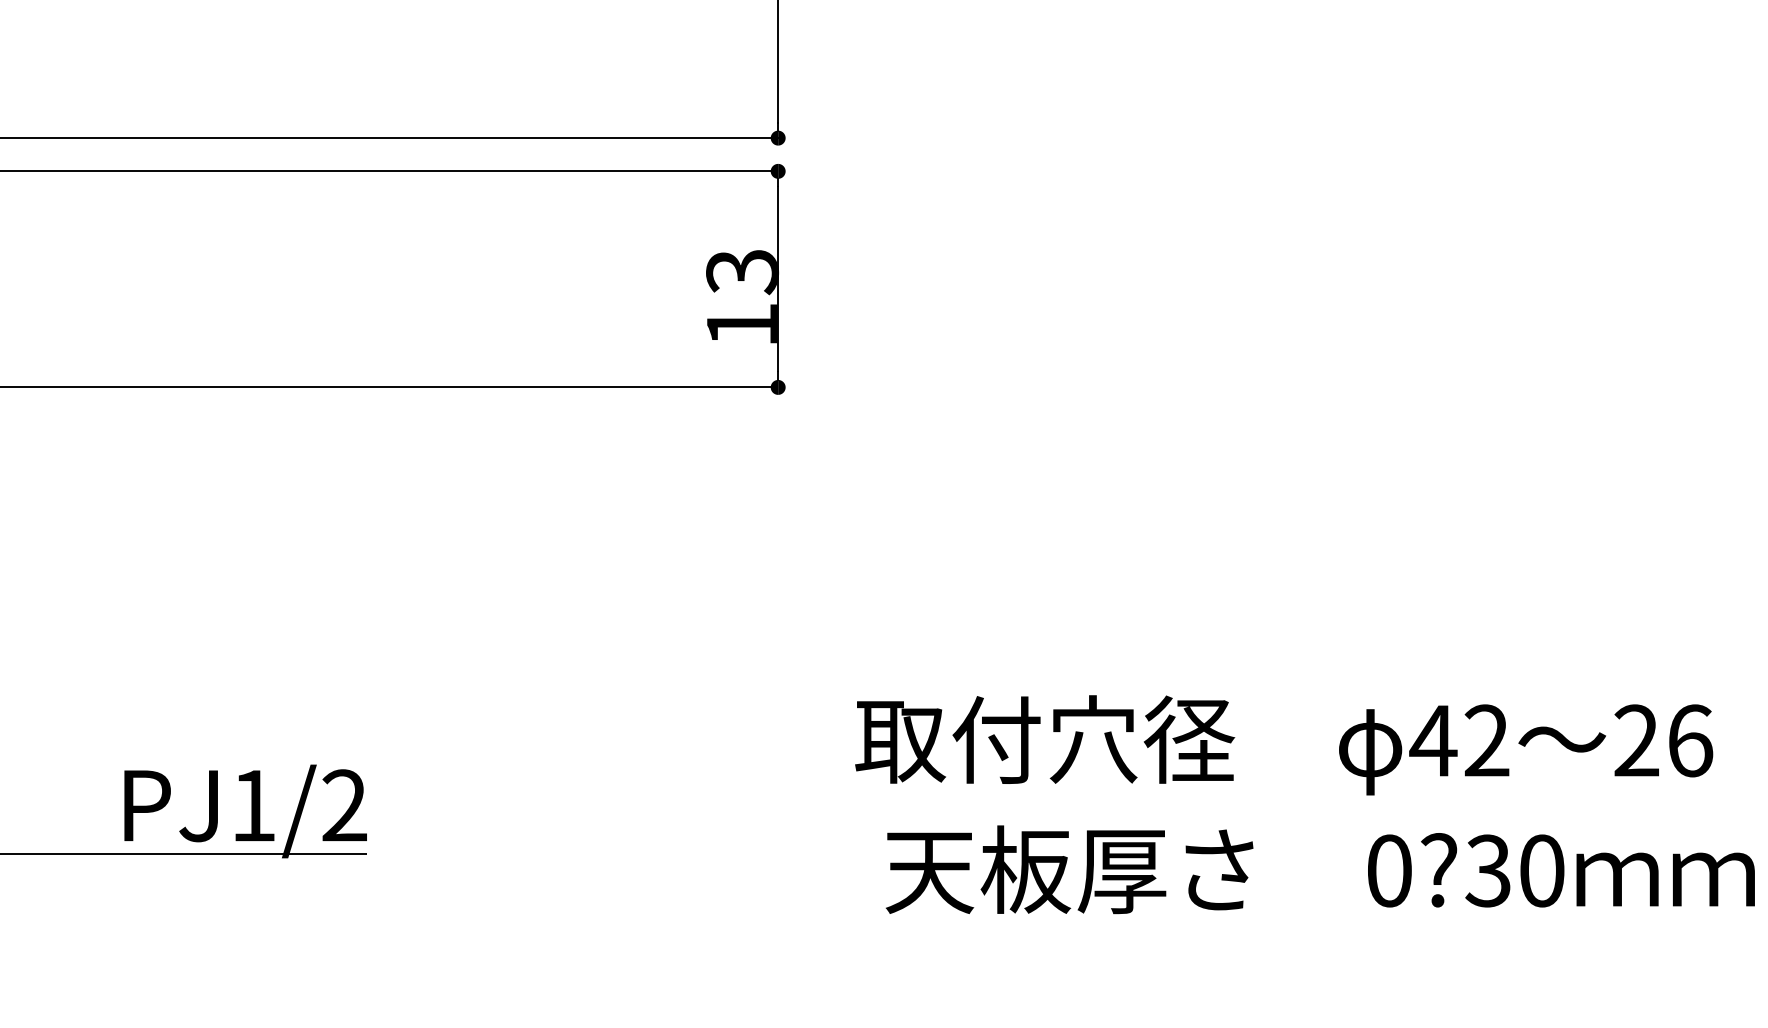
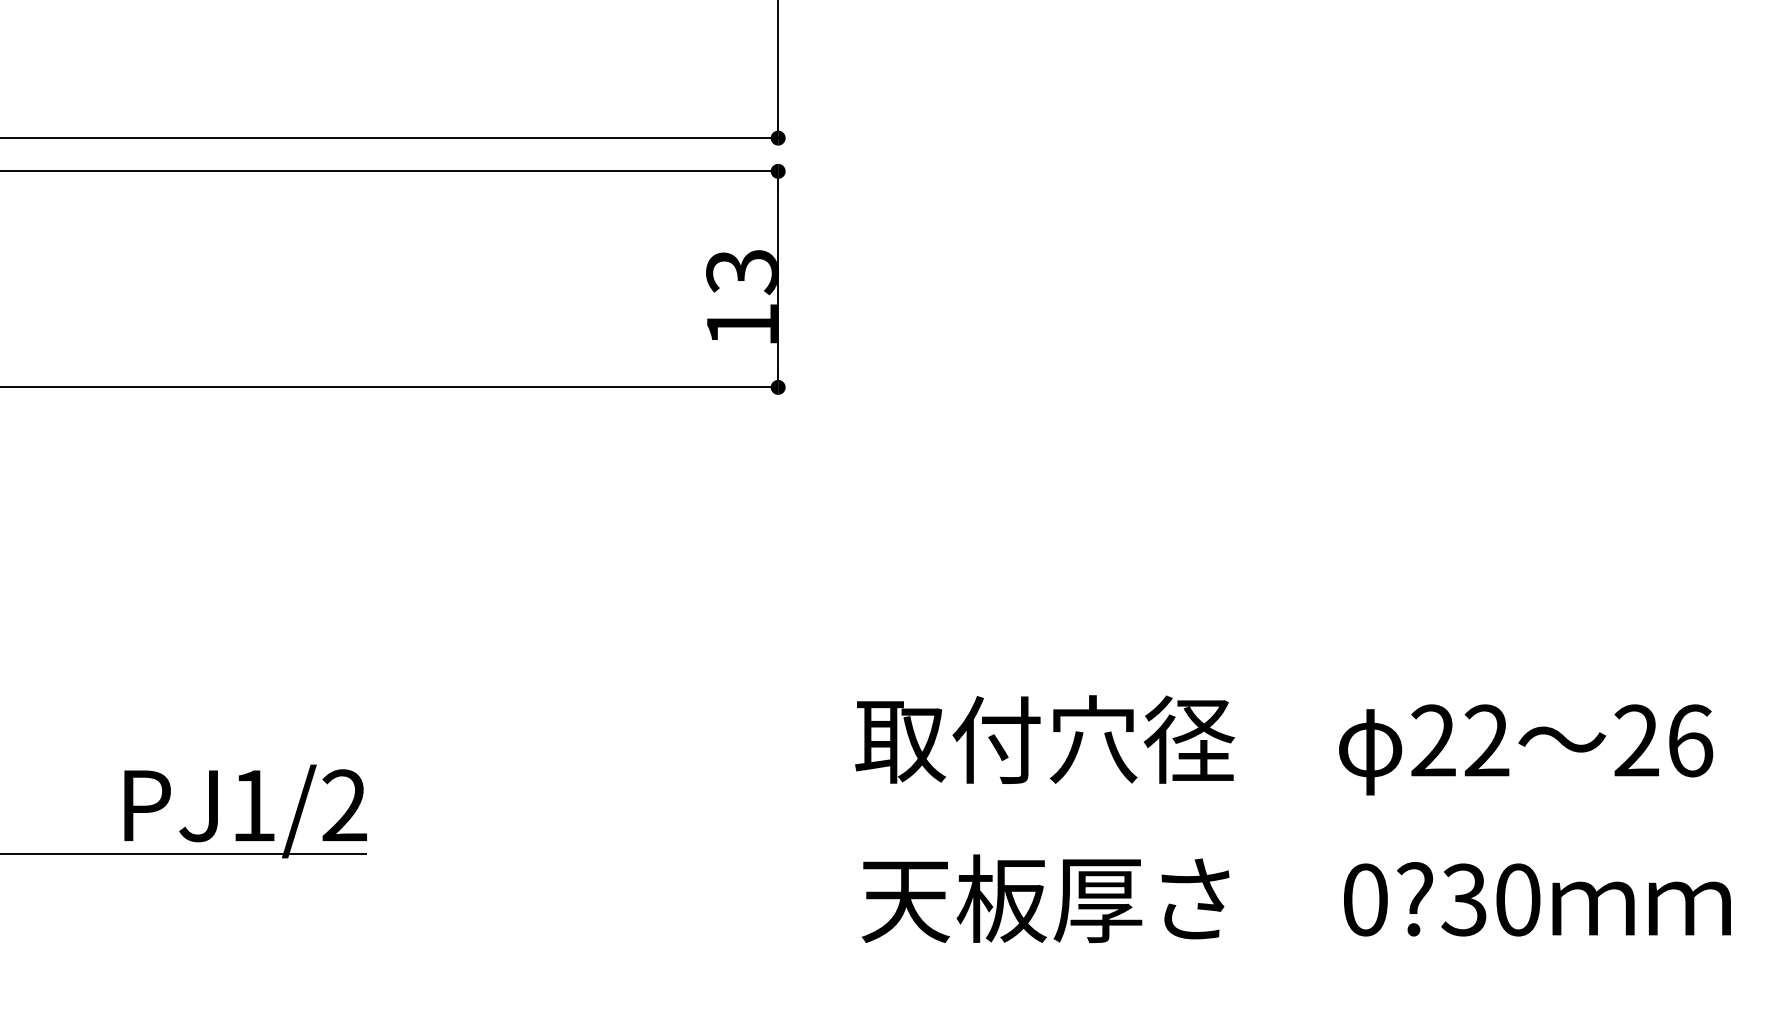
text at (1433, 740): 42 -> 22
text at (1319, 869) position: (1319, 869) -> (1295, 898)
